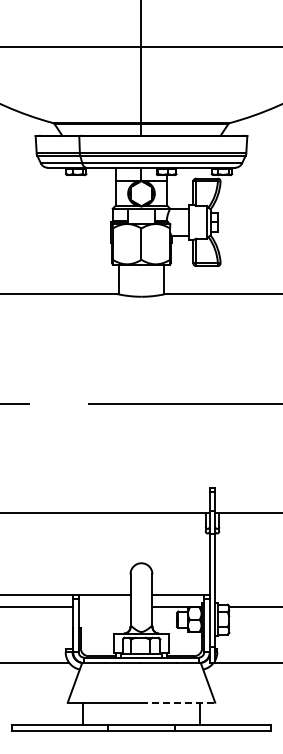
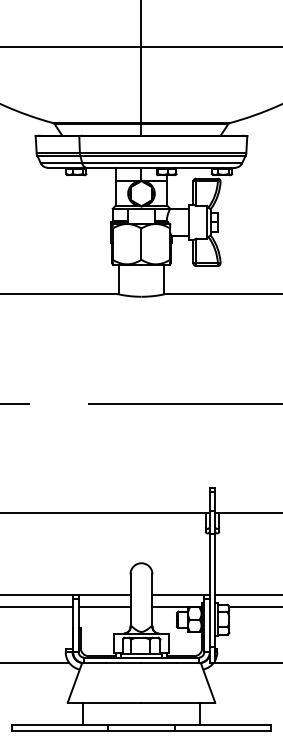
line at (247, 594): none -> present
line at (104, 607): none -> present
line at (178, 702): dashed -> solid
